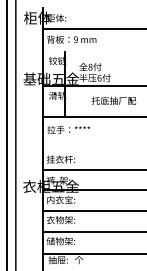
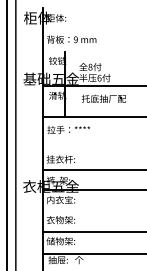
line at (92, 29): present -> none
text at (113, 100) position: (113, 100) -> (103, 98)
line at (92, 210): present -> none
